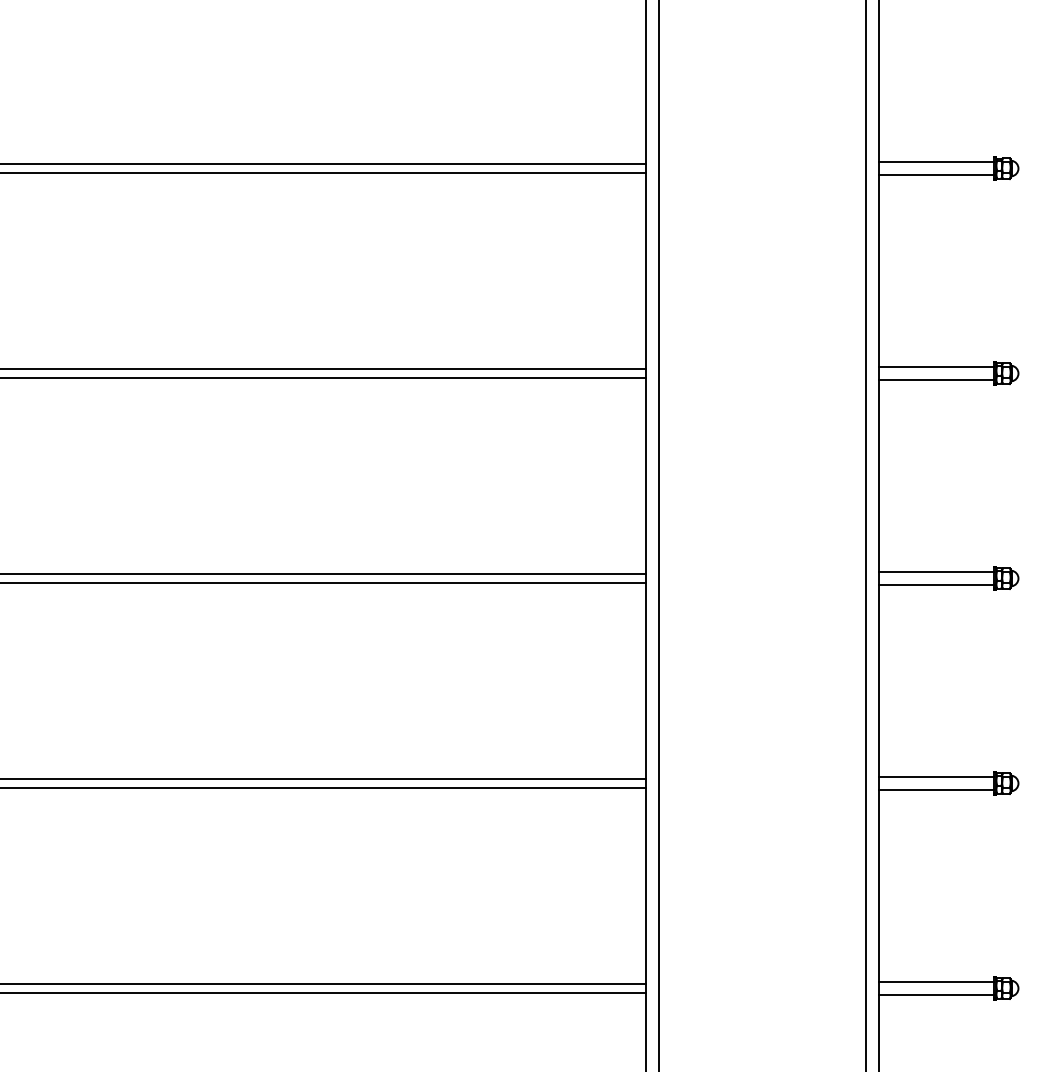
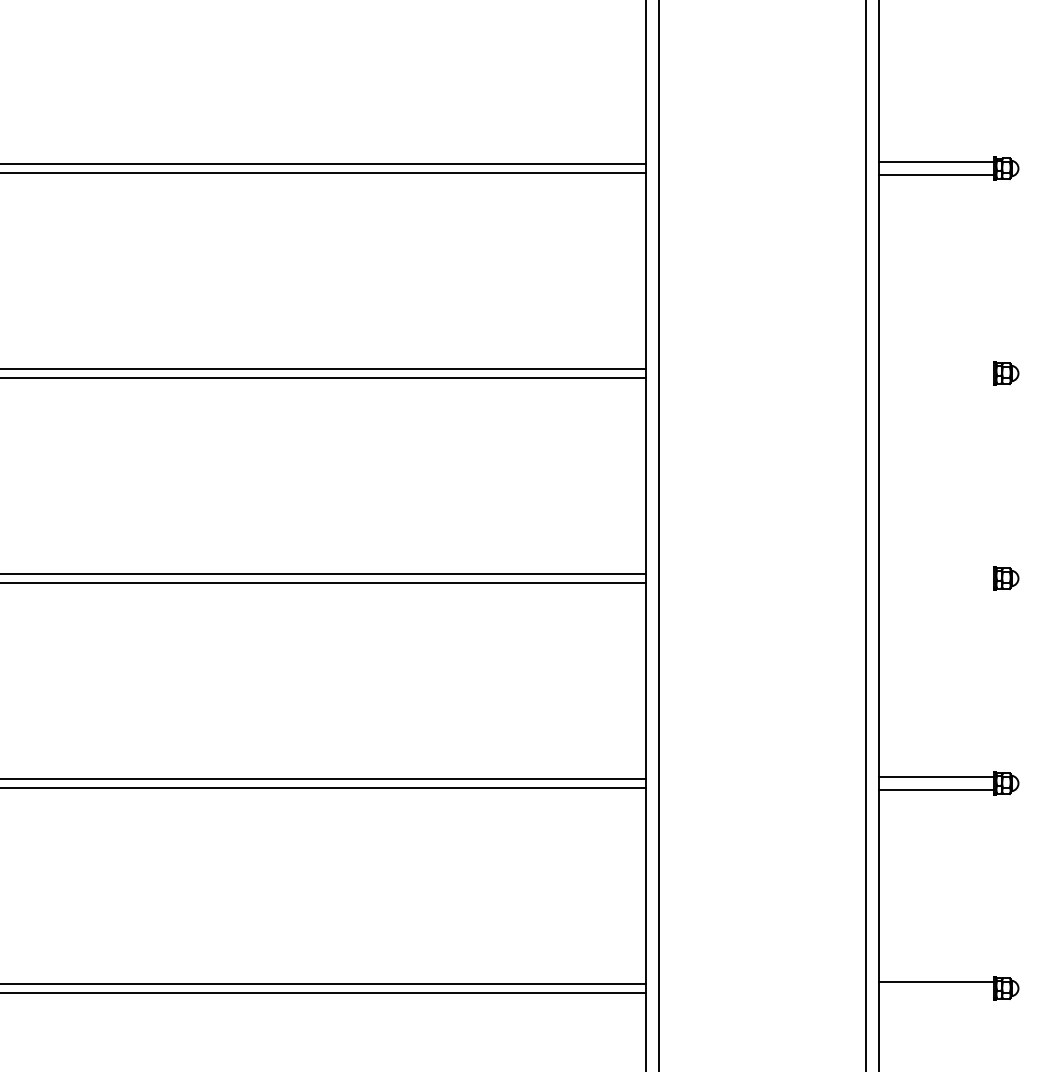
line at (936, 367): present -> none
line at (936, 379): present -> none
line at (936, 572): present -> none
line at (936, 584): present -> none
line at (936, 994): present -> none
